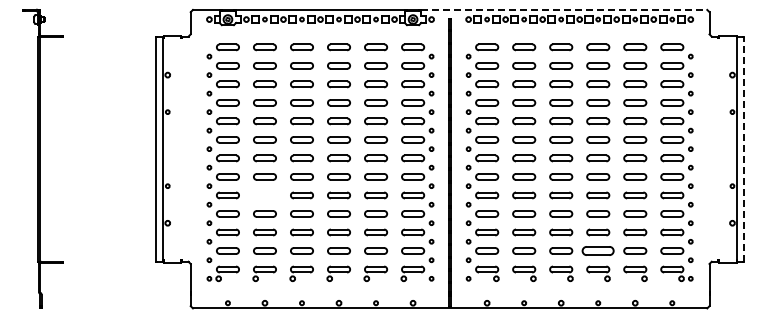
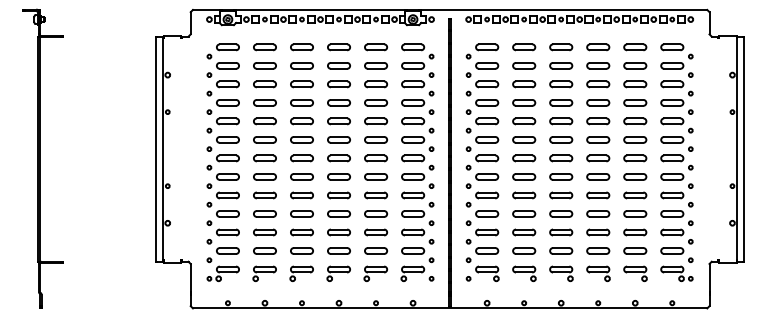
line at (564, 9): dashed -> solid
line at (743, 149): dashed -> solid
part at (264, 195): none -> present
part at (597, 250) size: 34x10 px -> 25x8 px
